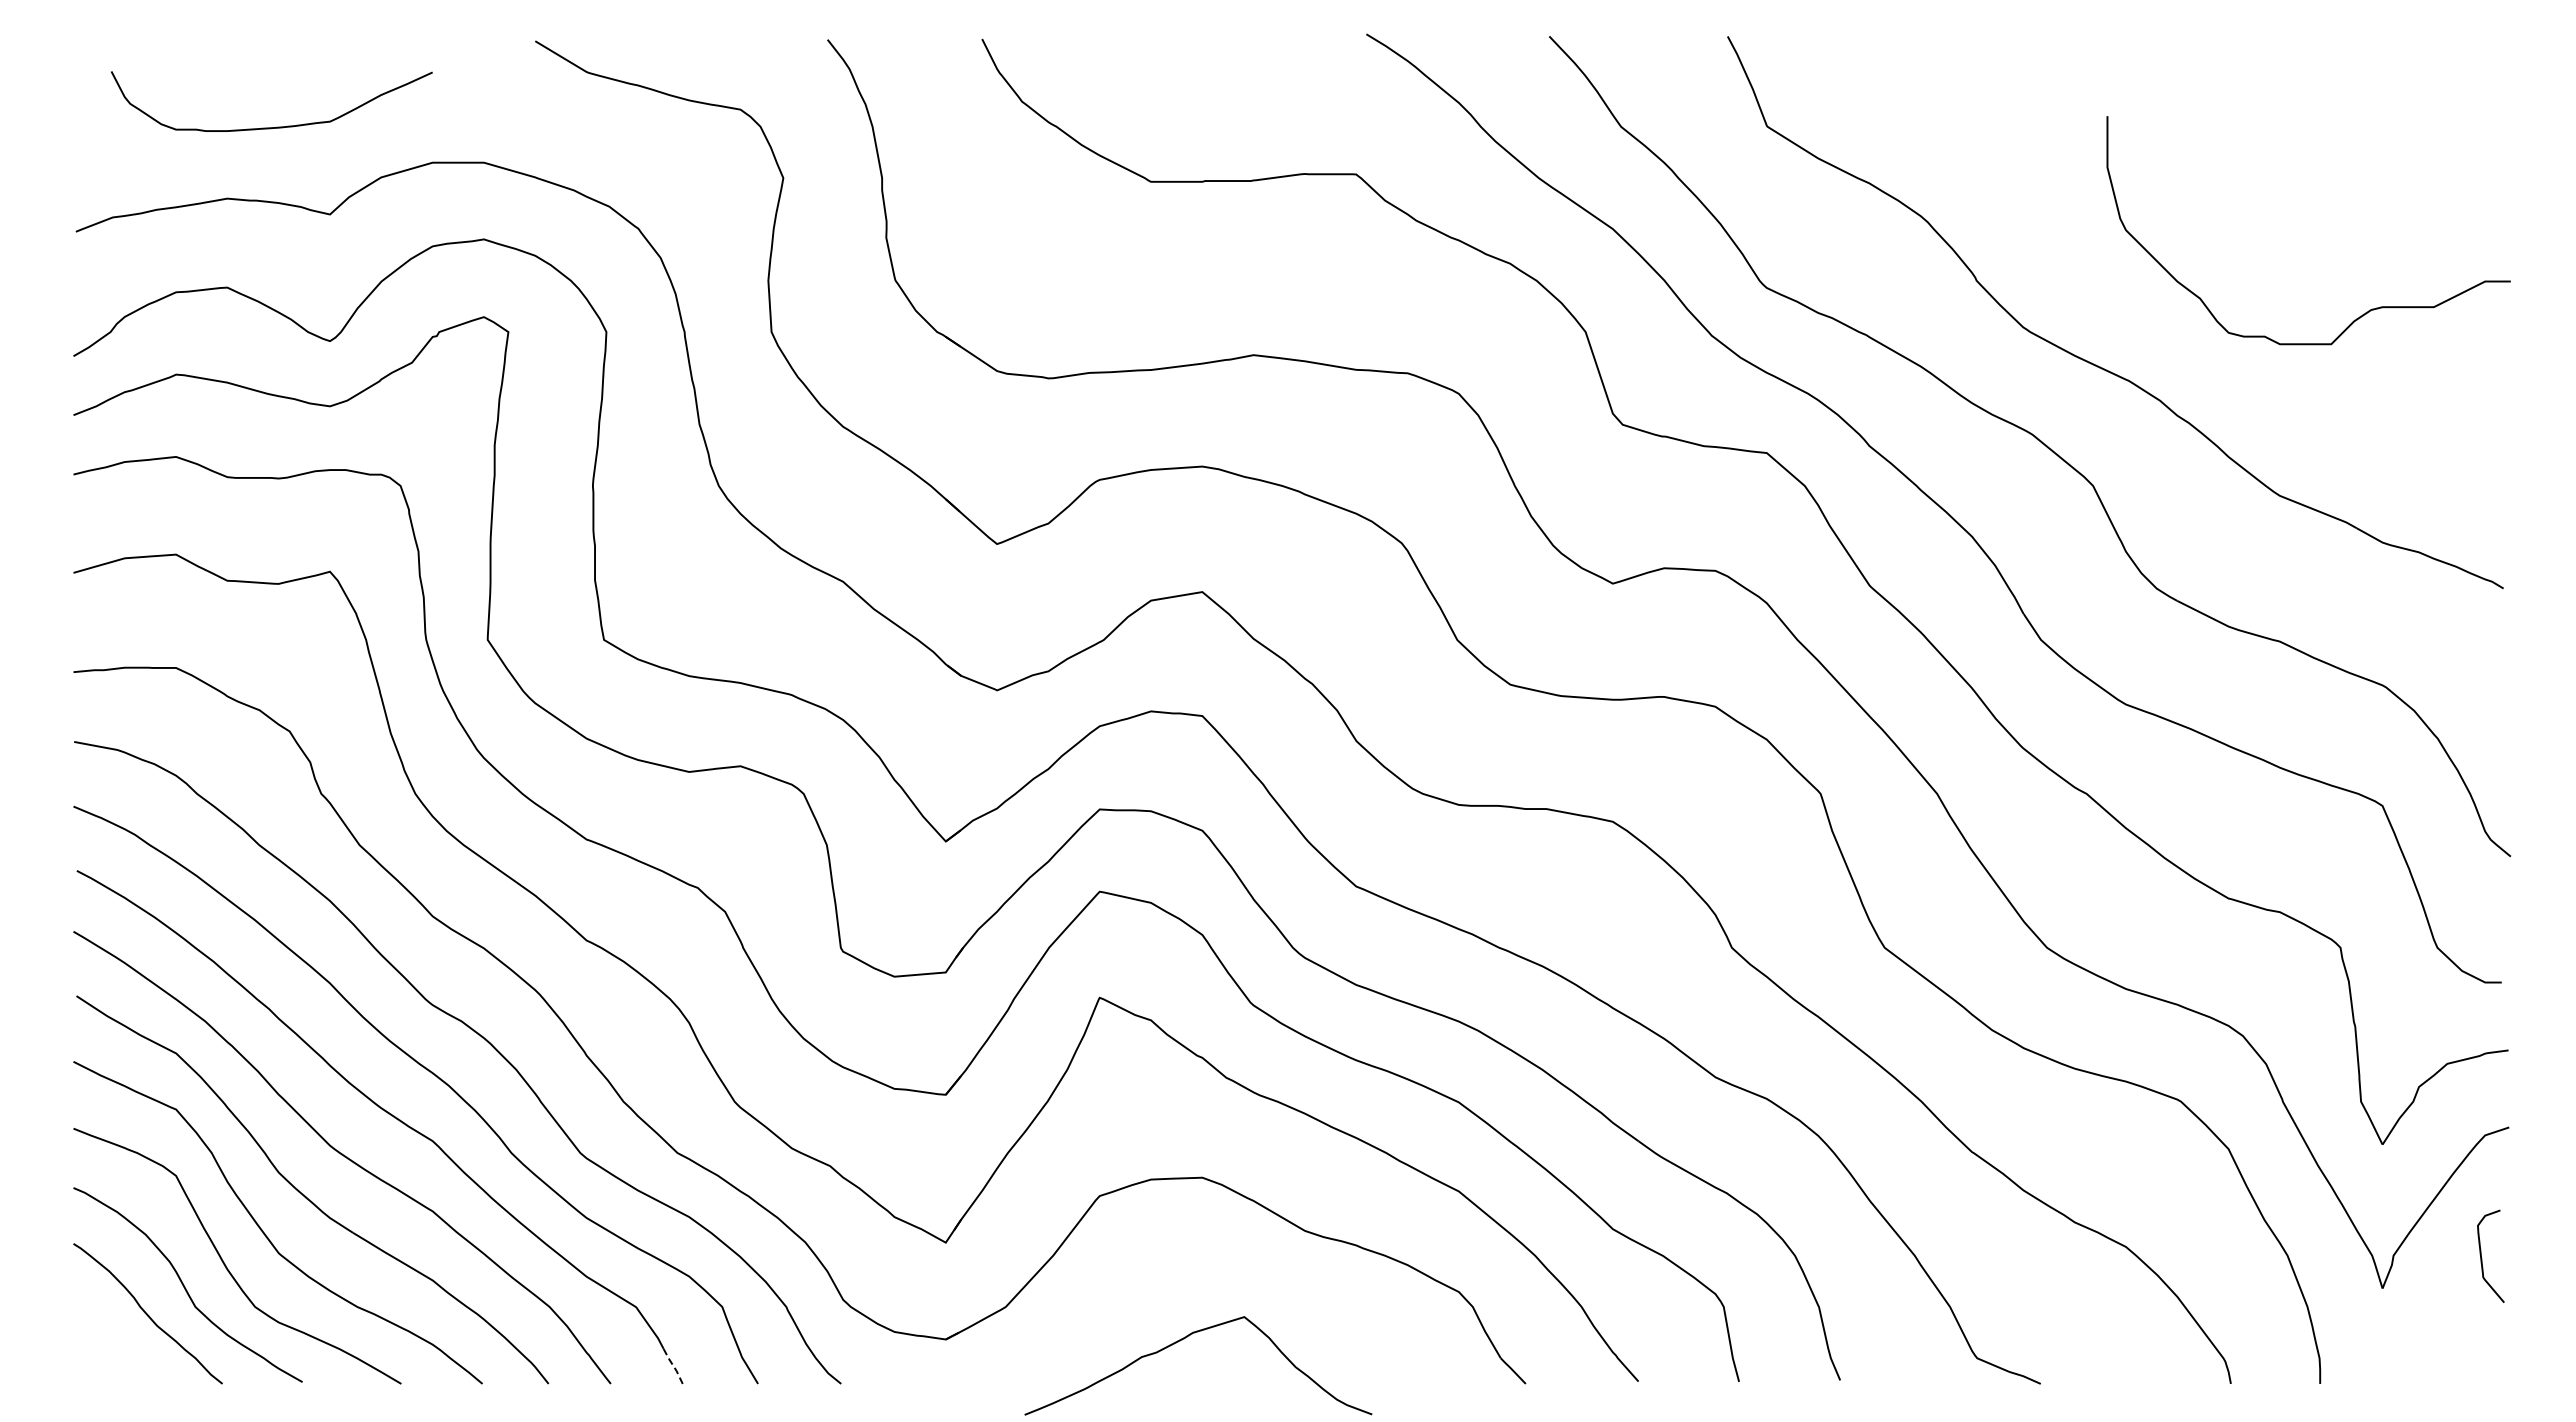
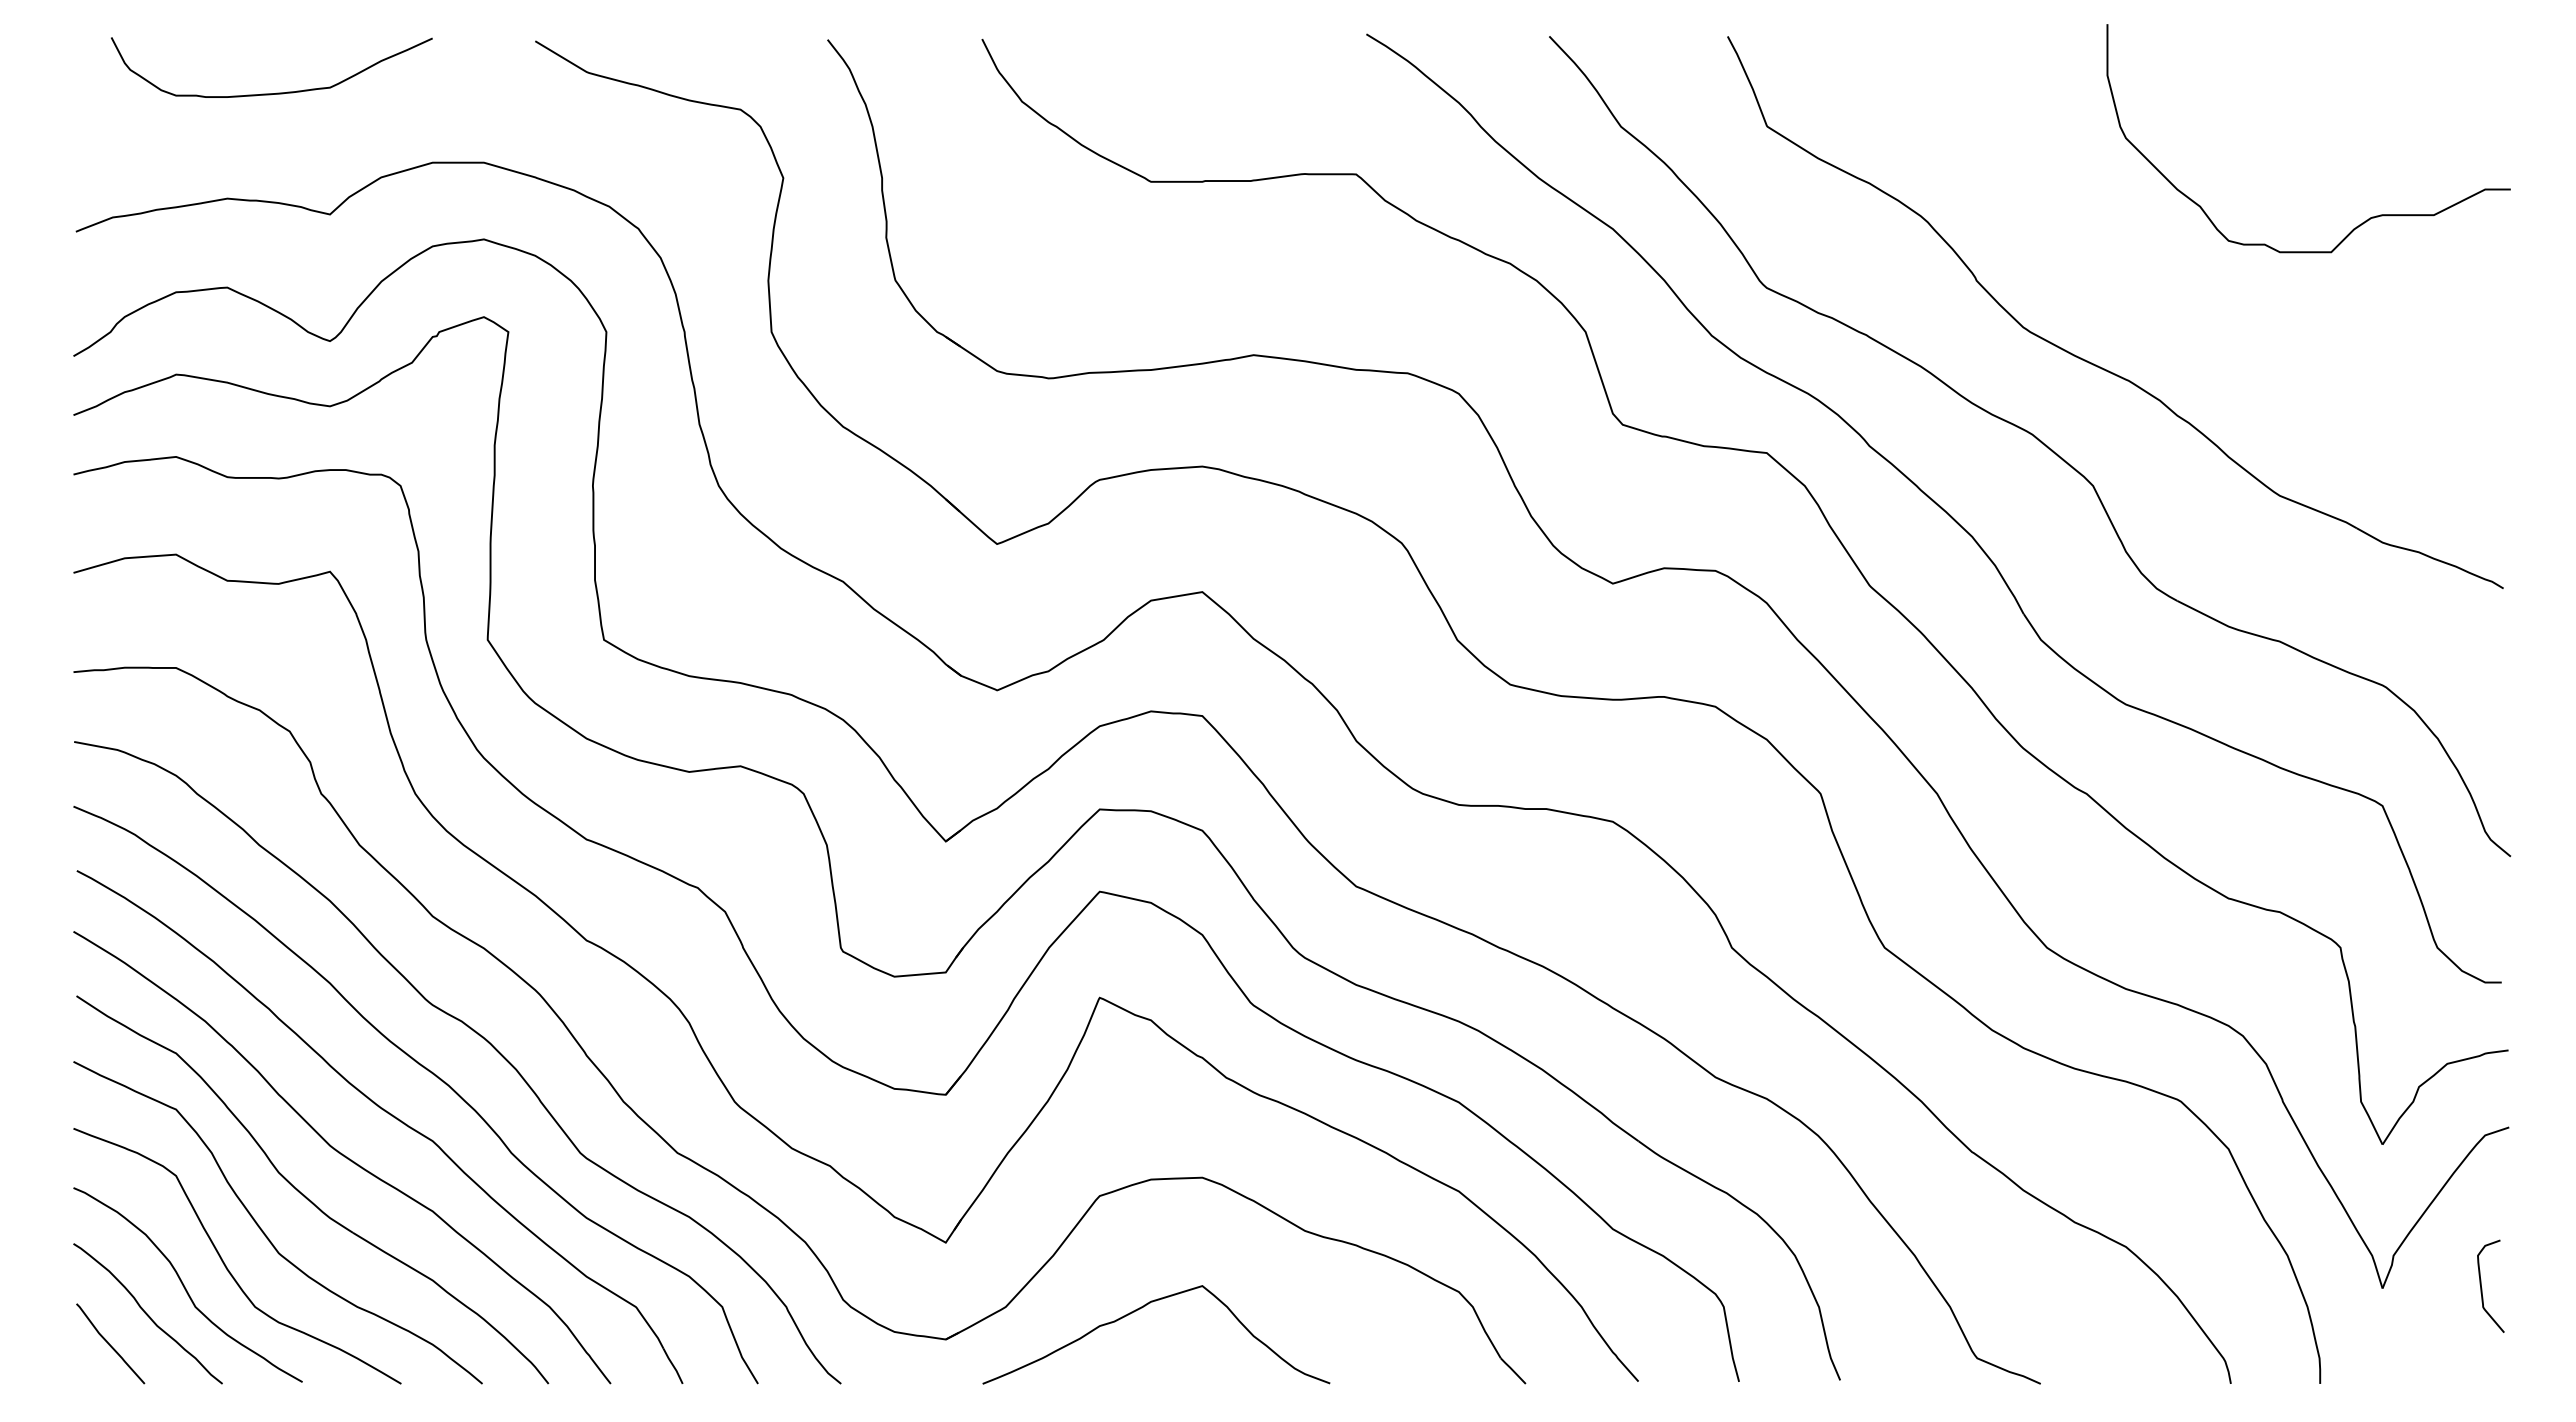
curve at (276, 126) position: (276, 126) -> (276, 92)
curve at (2362, 314) position: (2362, 314) -> (2362, 222)
curve at (2482, 1258) position: (2482, 1258) -> (2482, 1288)
curve at (1184, 1339) position: (1184, 1339) -> (1142, 1308)
curve at (109, 1343): none -> present
line at (673, 1365): dashed -> solid
